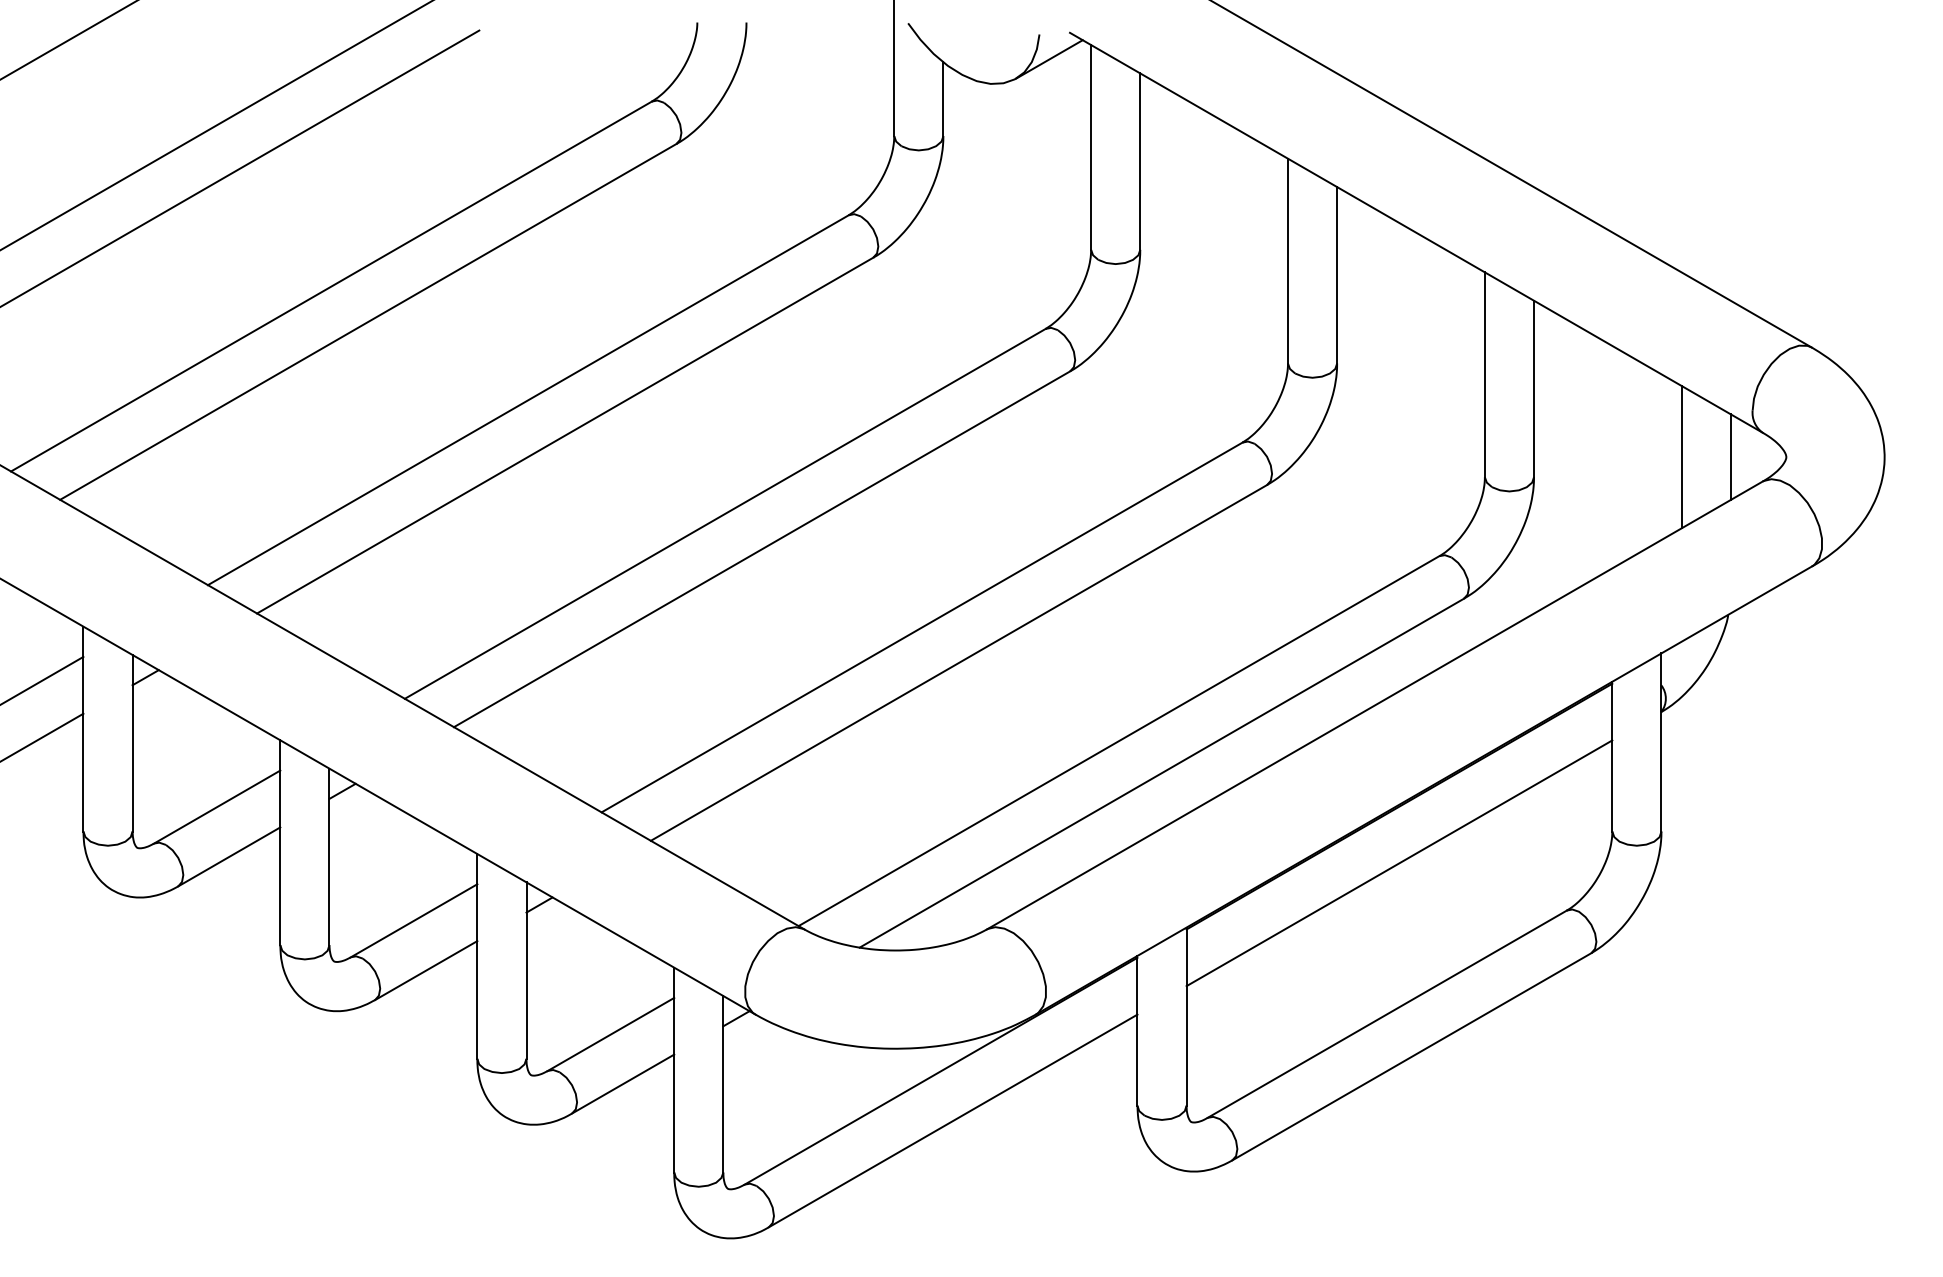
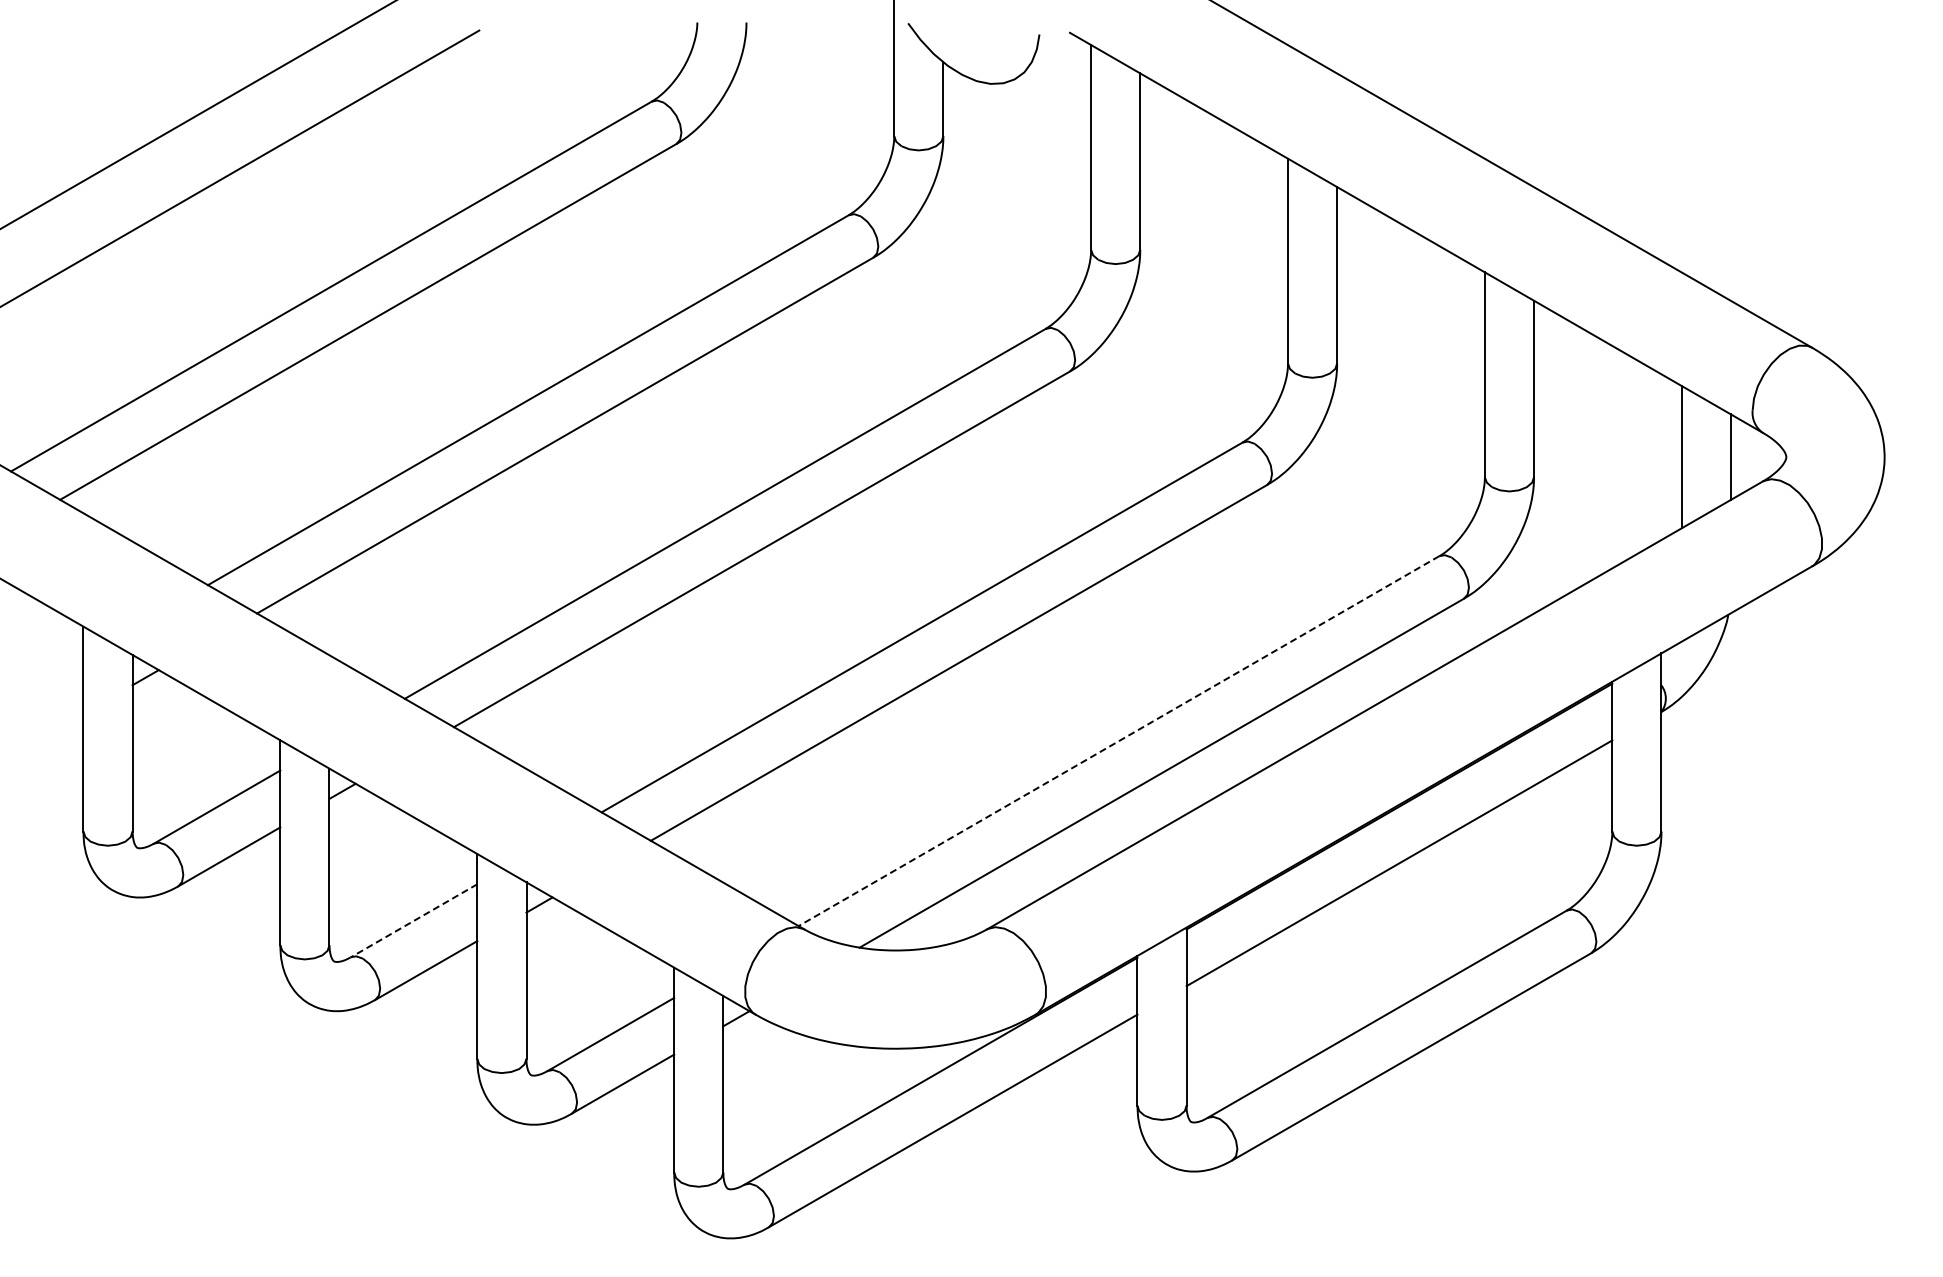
line at (68, 40): present -> none
line at (1049, 59): present -> none
line at (215, 125) position: (215, 125) -> (197, 114)
line at (42, 679): present -> none
line at (42, 736): present -> none
line at (1119, 741): solid -> dashed
line at (413, 921): solid -> dashed
